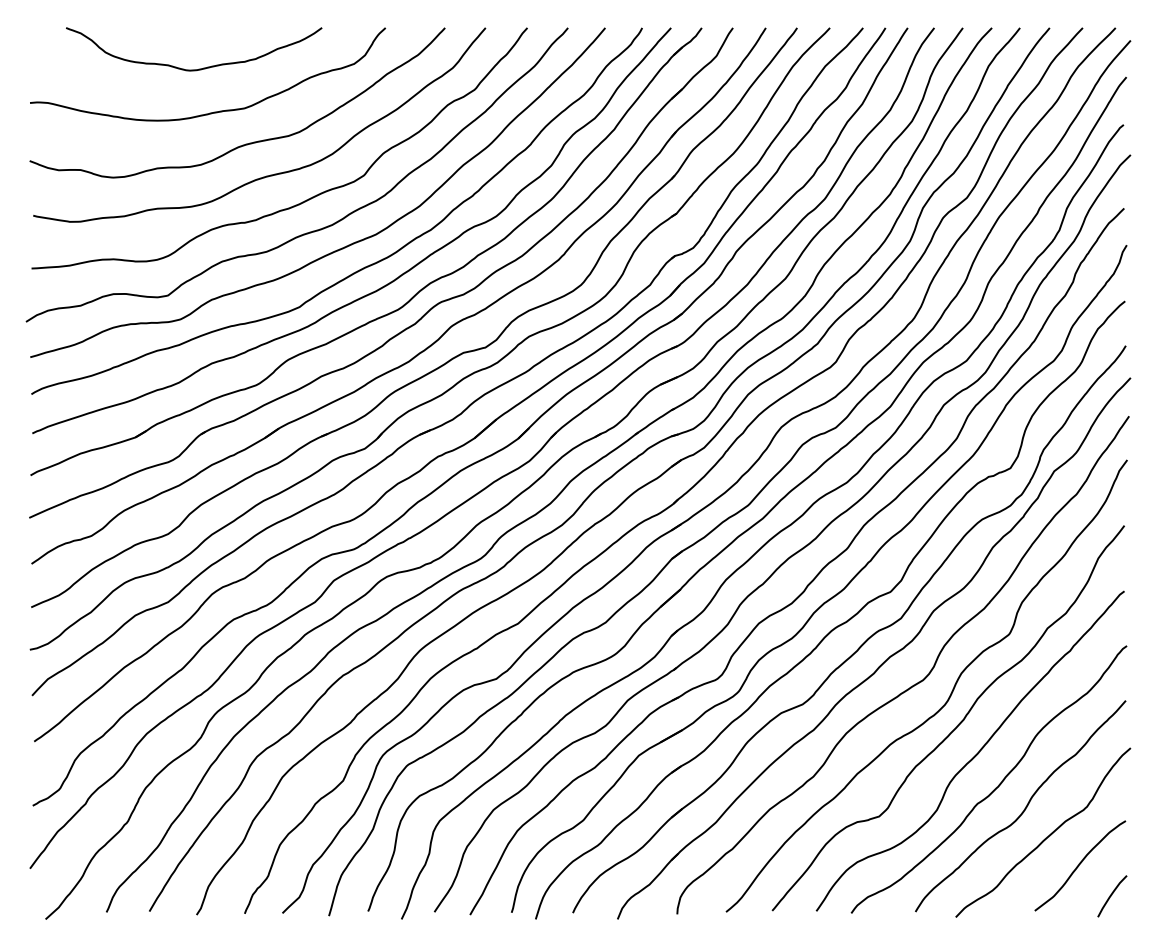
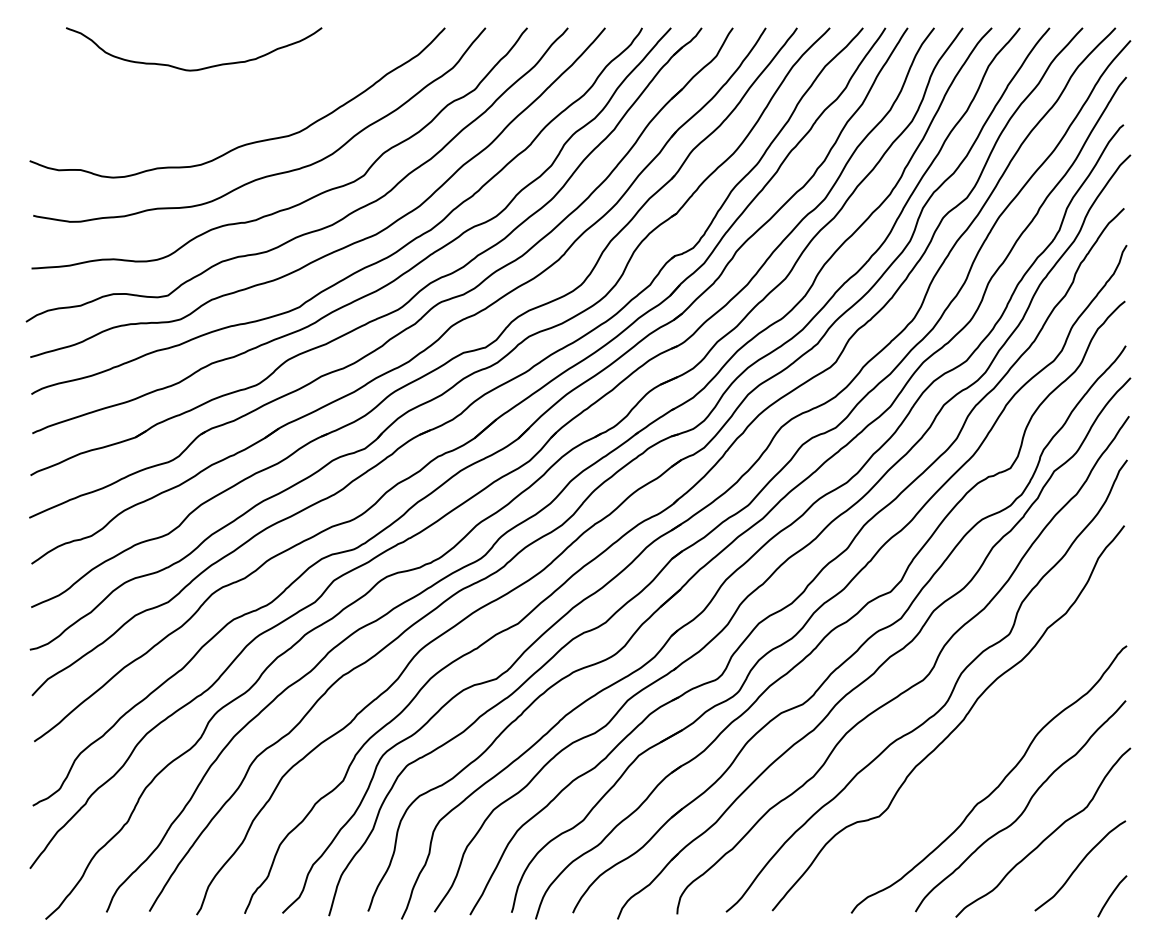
curve at (214, 111): present -> none
curve at (974, 755): present -> none
